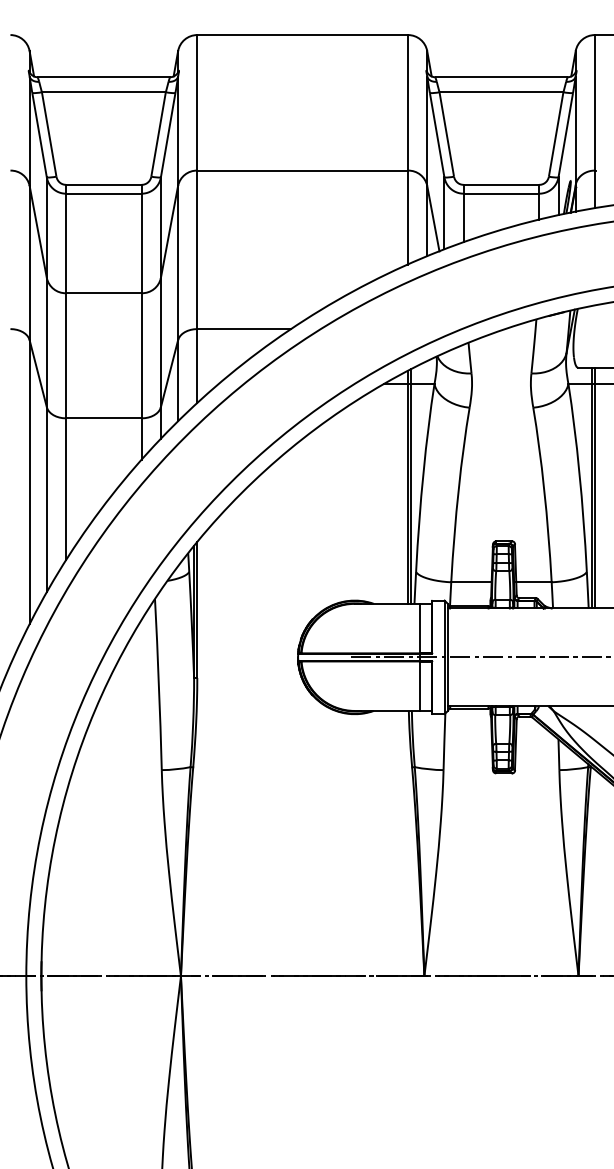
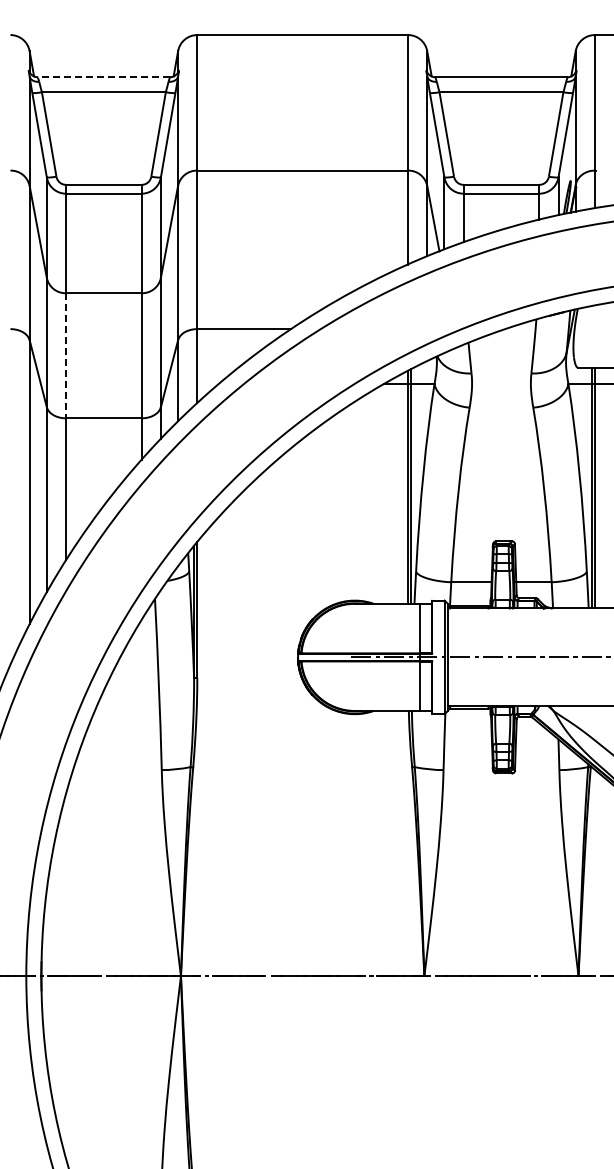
line at (103, 77): solid -> dashed
line at (66, 355): solid -> dashed
